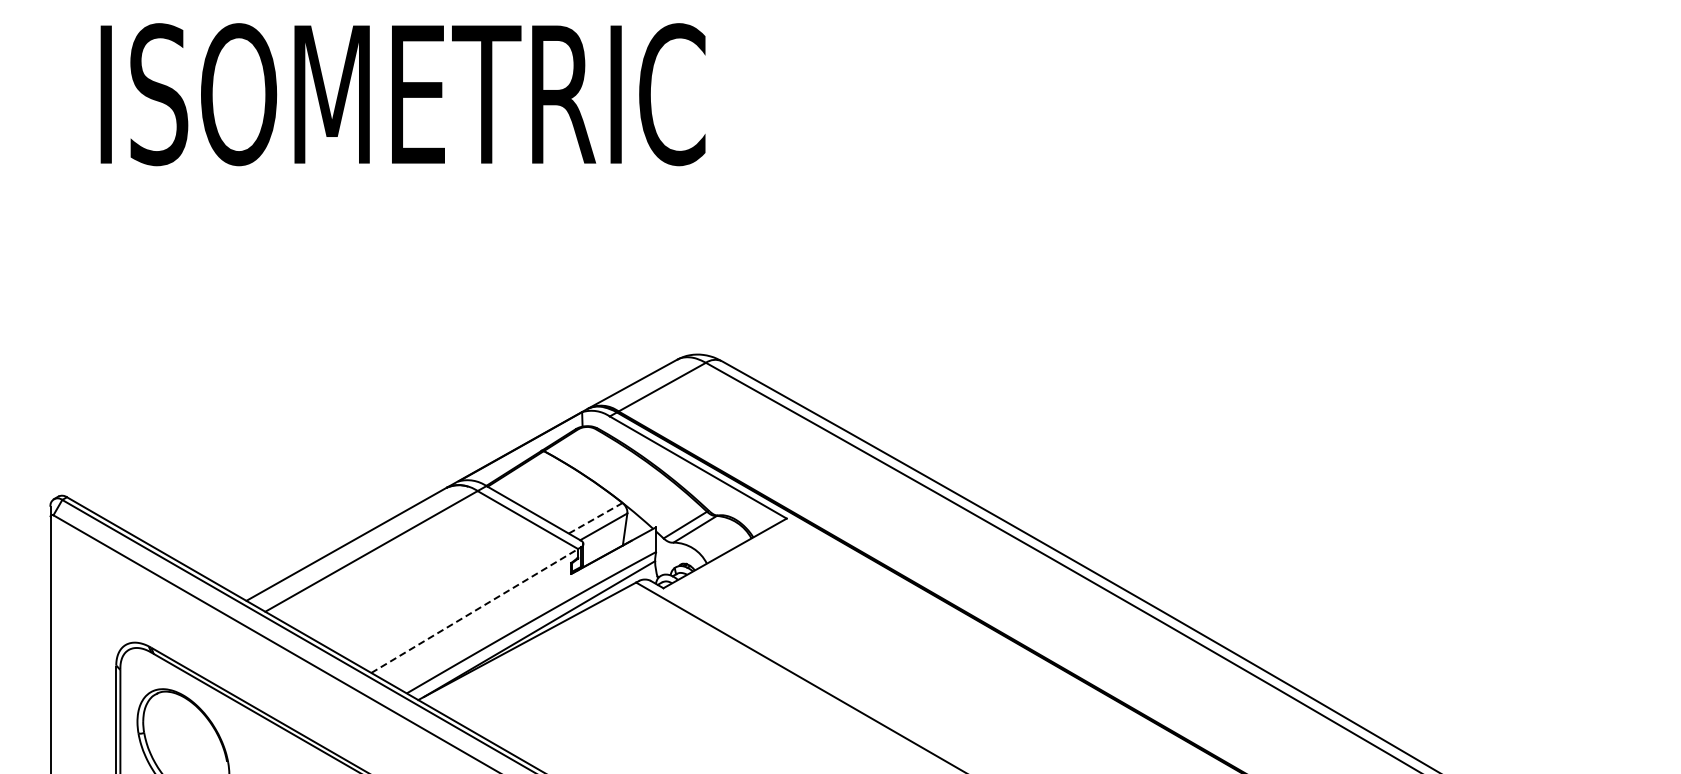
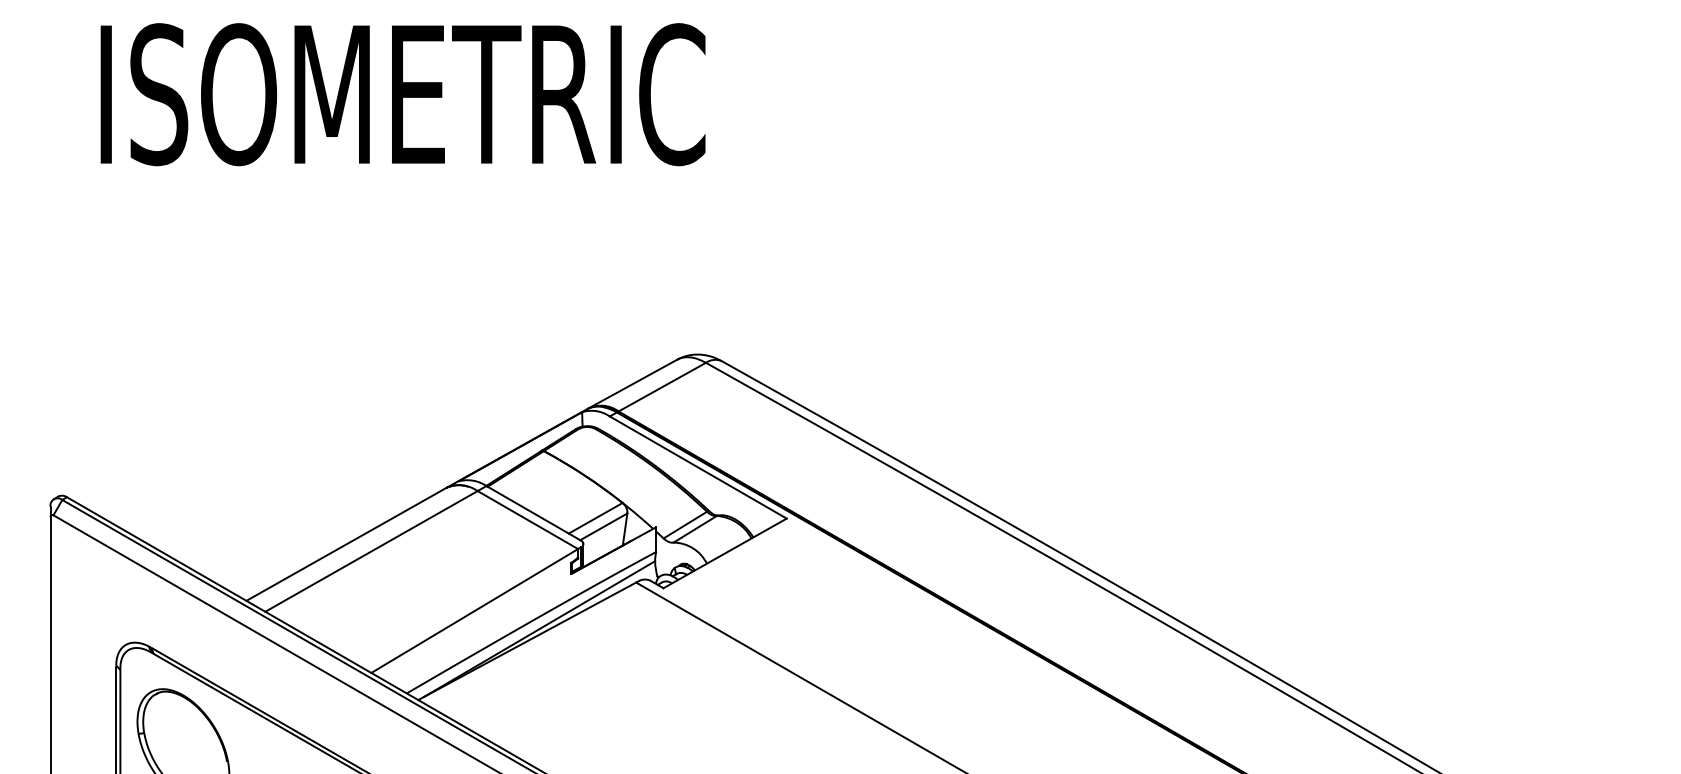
line at (595, 518): dashed -> solid
line at (474, 611): dashed -> solid
